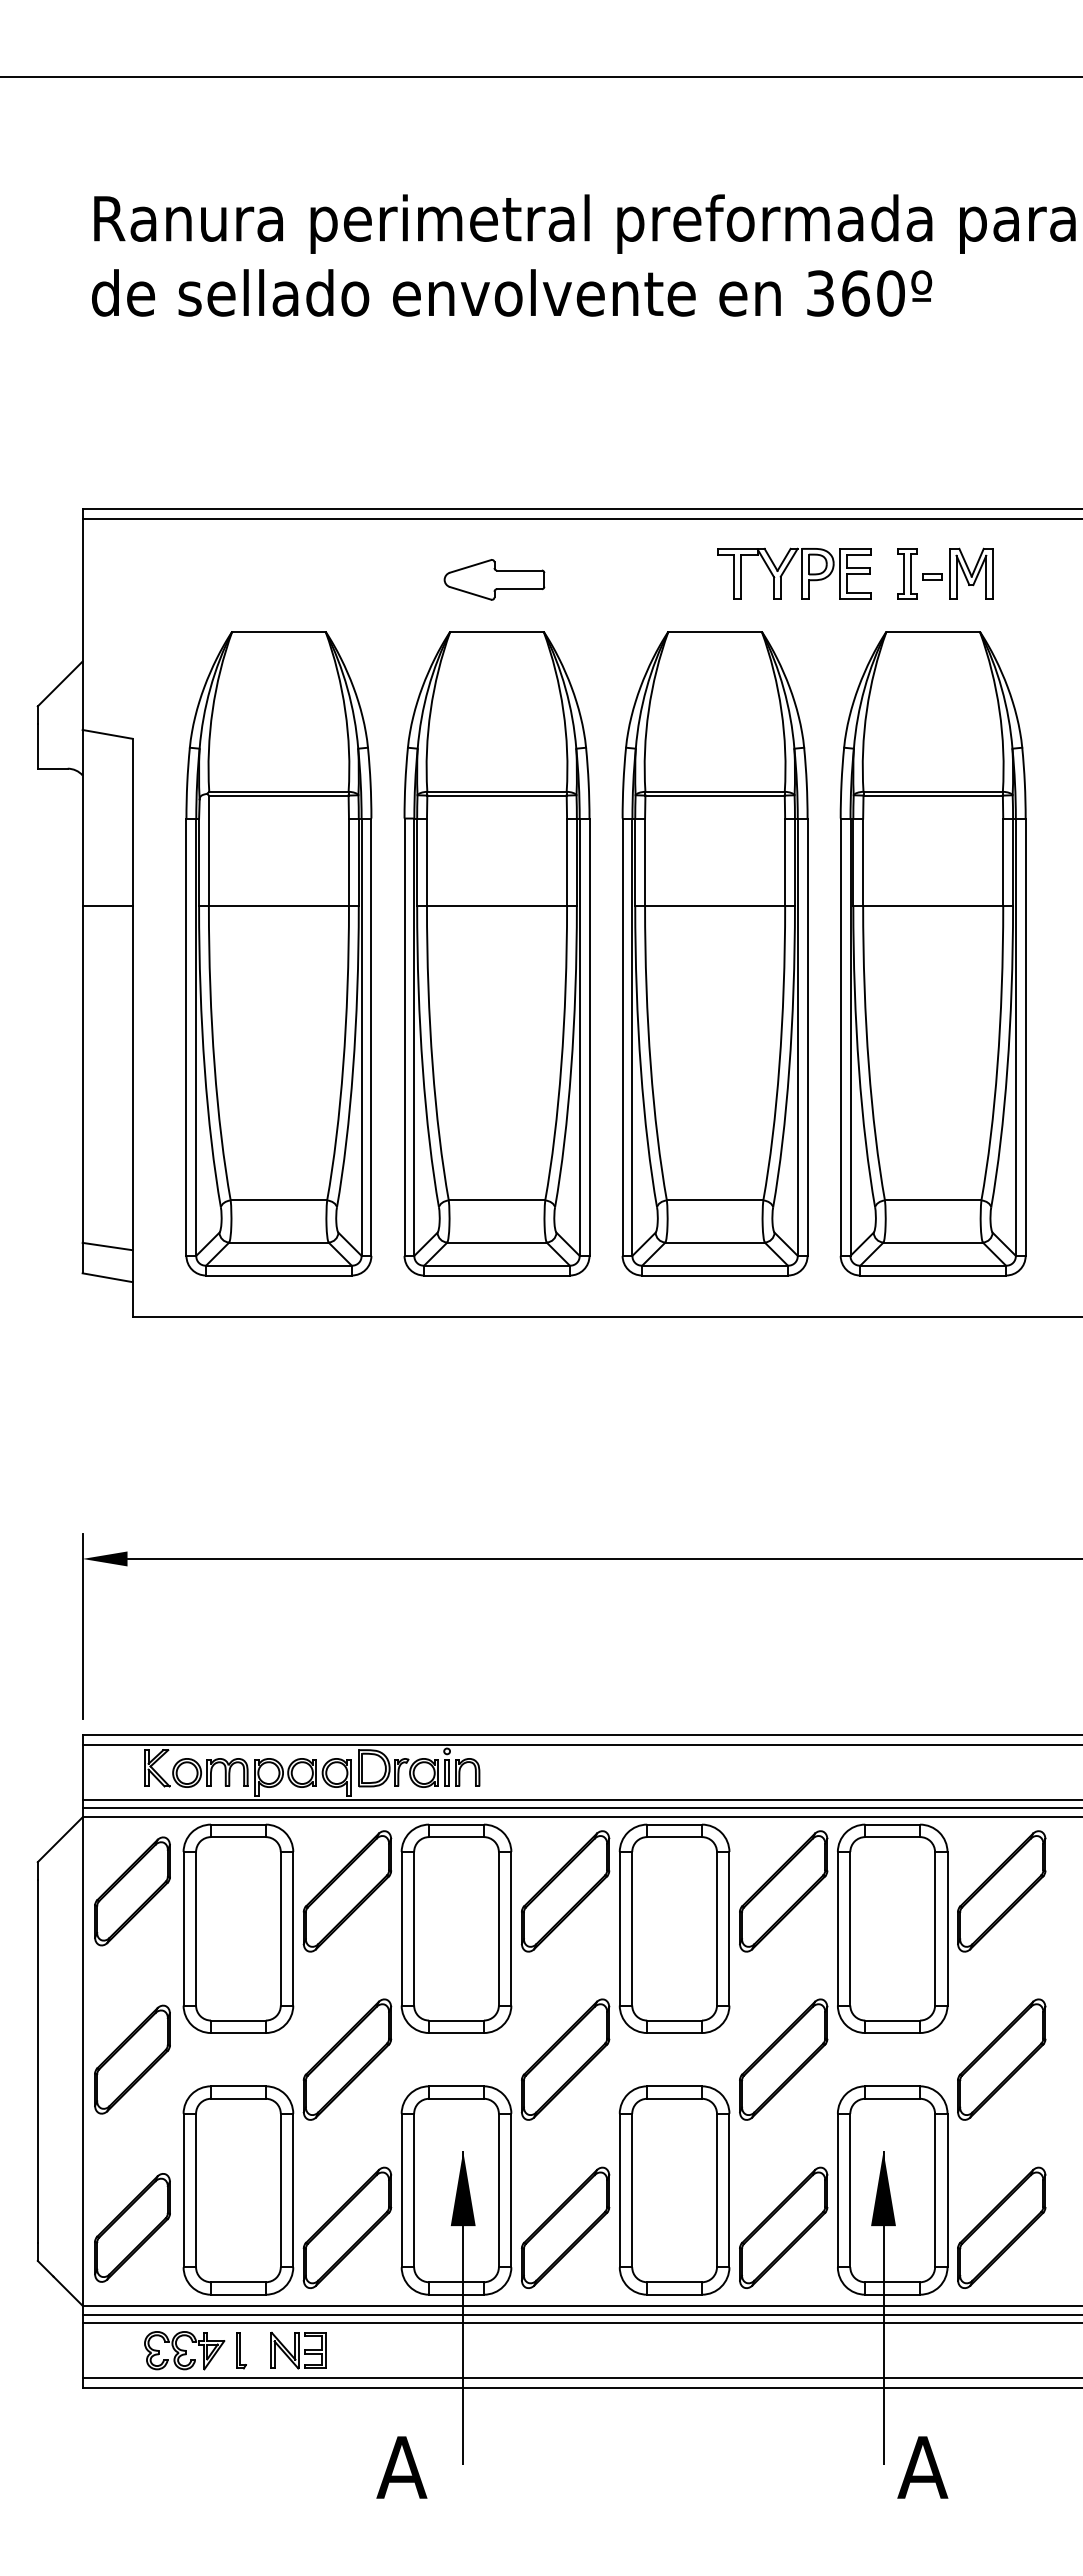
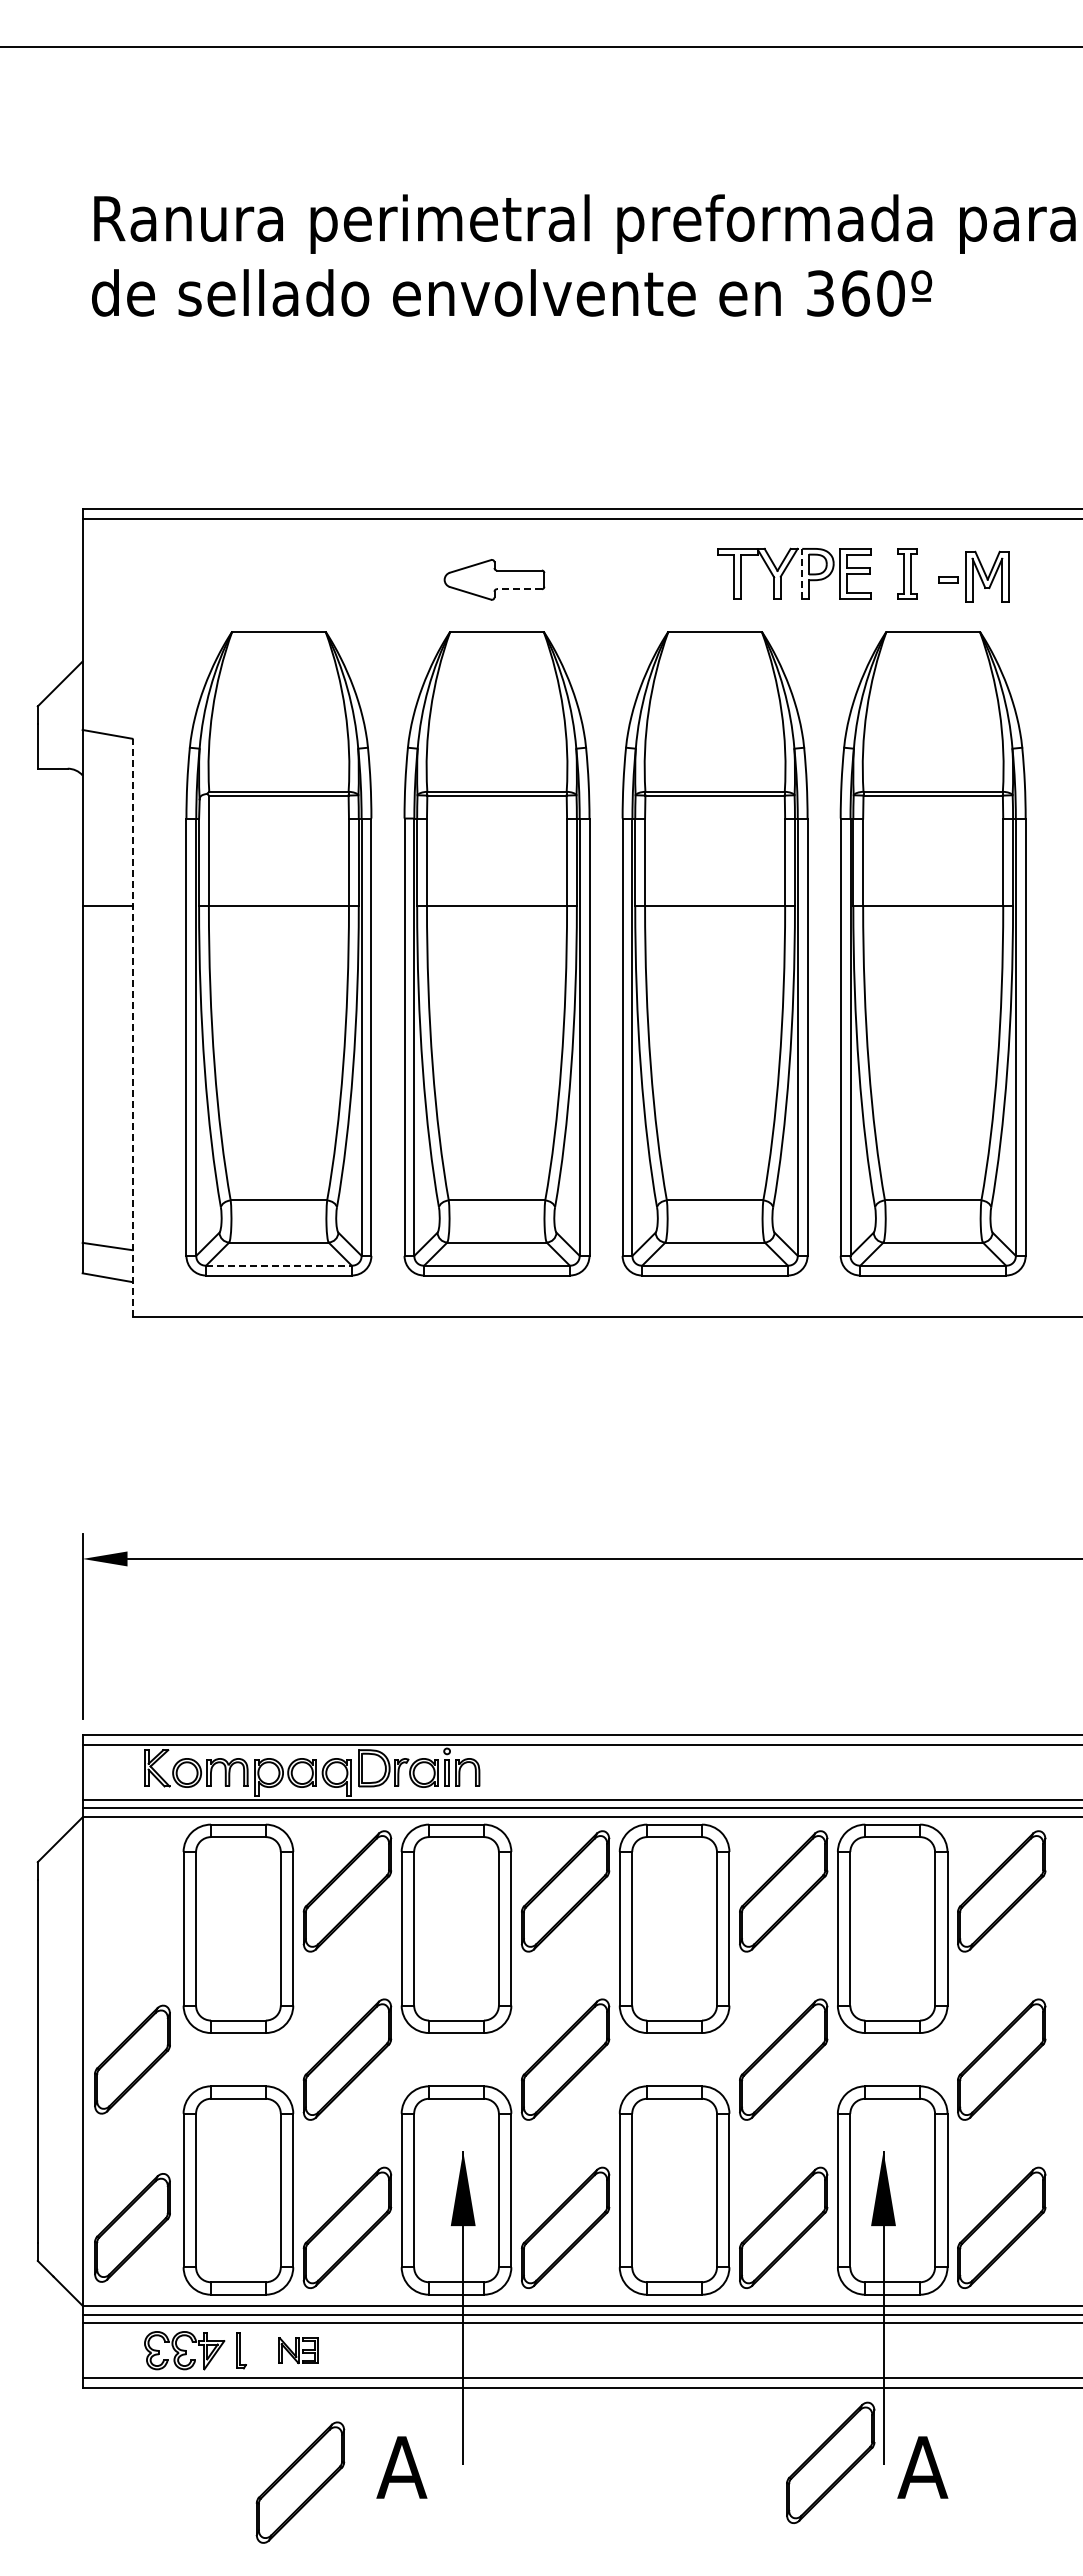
line at (540, 77) position: (540, 77) -> (540, 47)
line at (802, 573): solid -> dashed
part at (957, 573) position: (957, 573) -> (973, 576)
line at (518, 589): solid -> dashed
line at (132, 1027): solid -> dashed
line at (278, 1265): solid -> dashed
part at (132, 1891): present -> none
part at (298, 2350) size: 57x39 px -> 41x28 px
part at (830, 2462): none -> present
part at (300, 2482): none -> present
